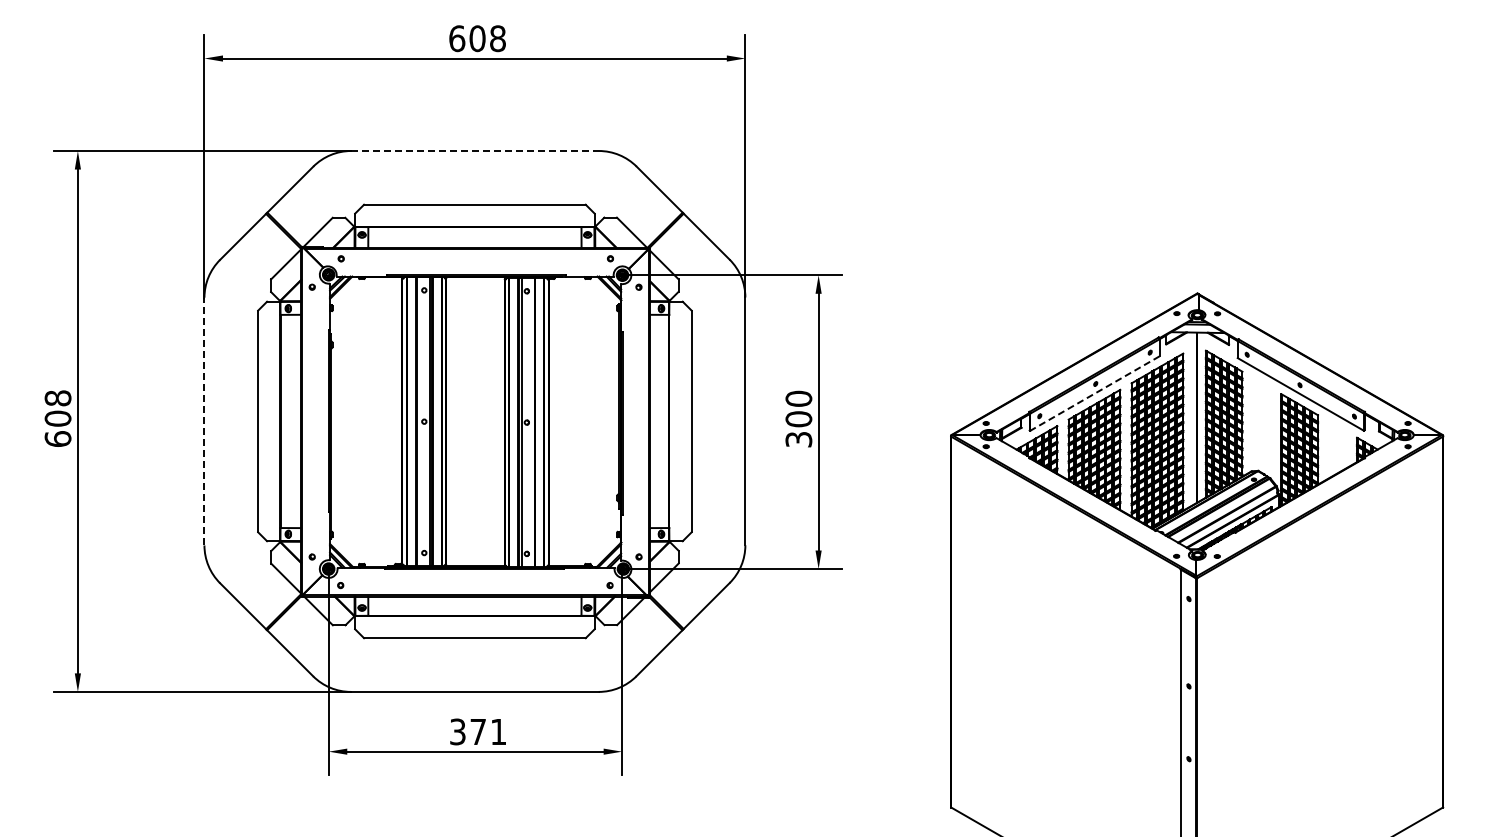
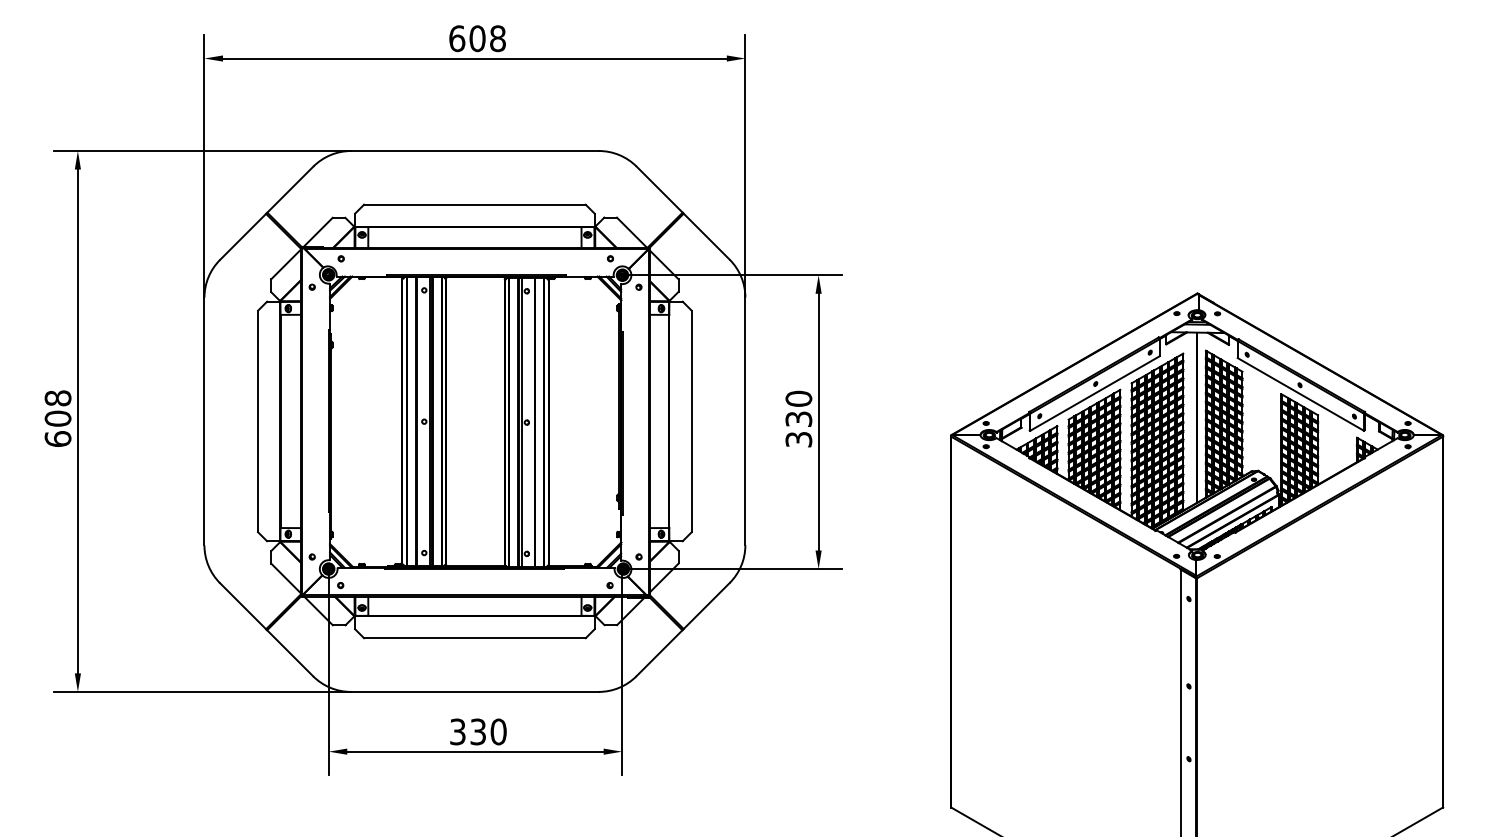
line at (475, 151): dashed -> solid
line at (1095, 393): dashed -> solid
text at (798, 419): 300 -> 330
line at (204, 421): dashed -> solid
text at (488, 731): 371 -> 330
